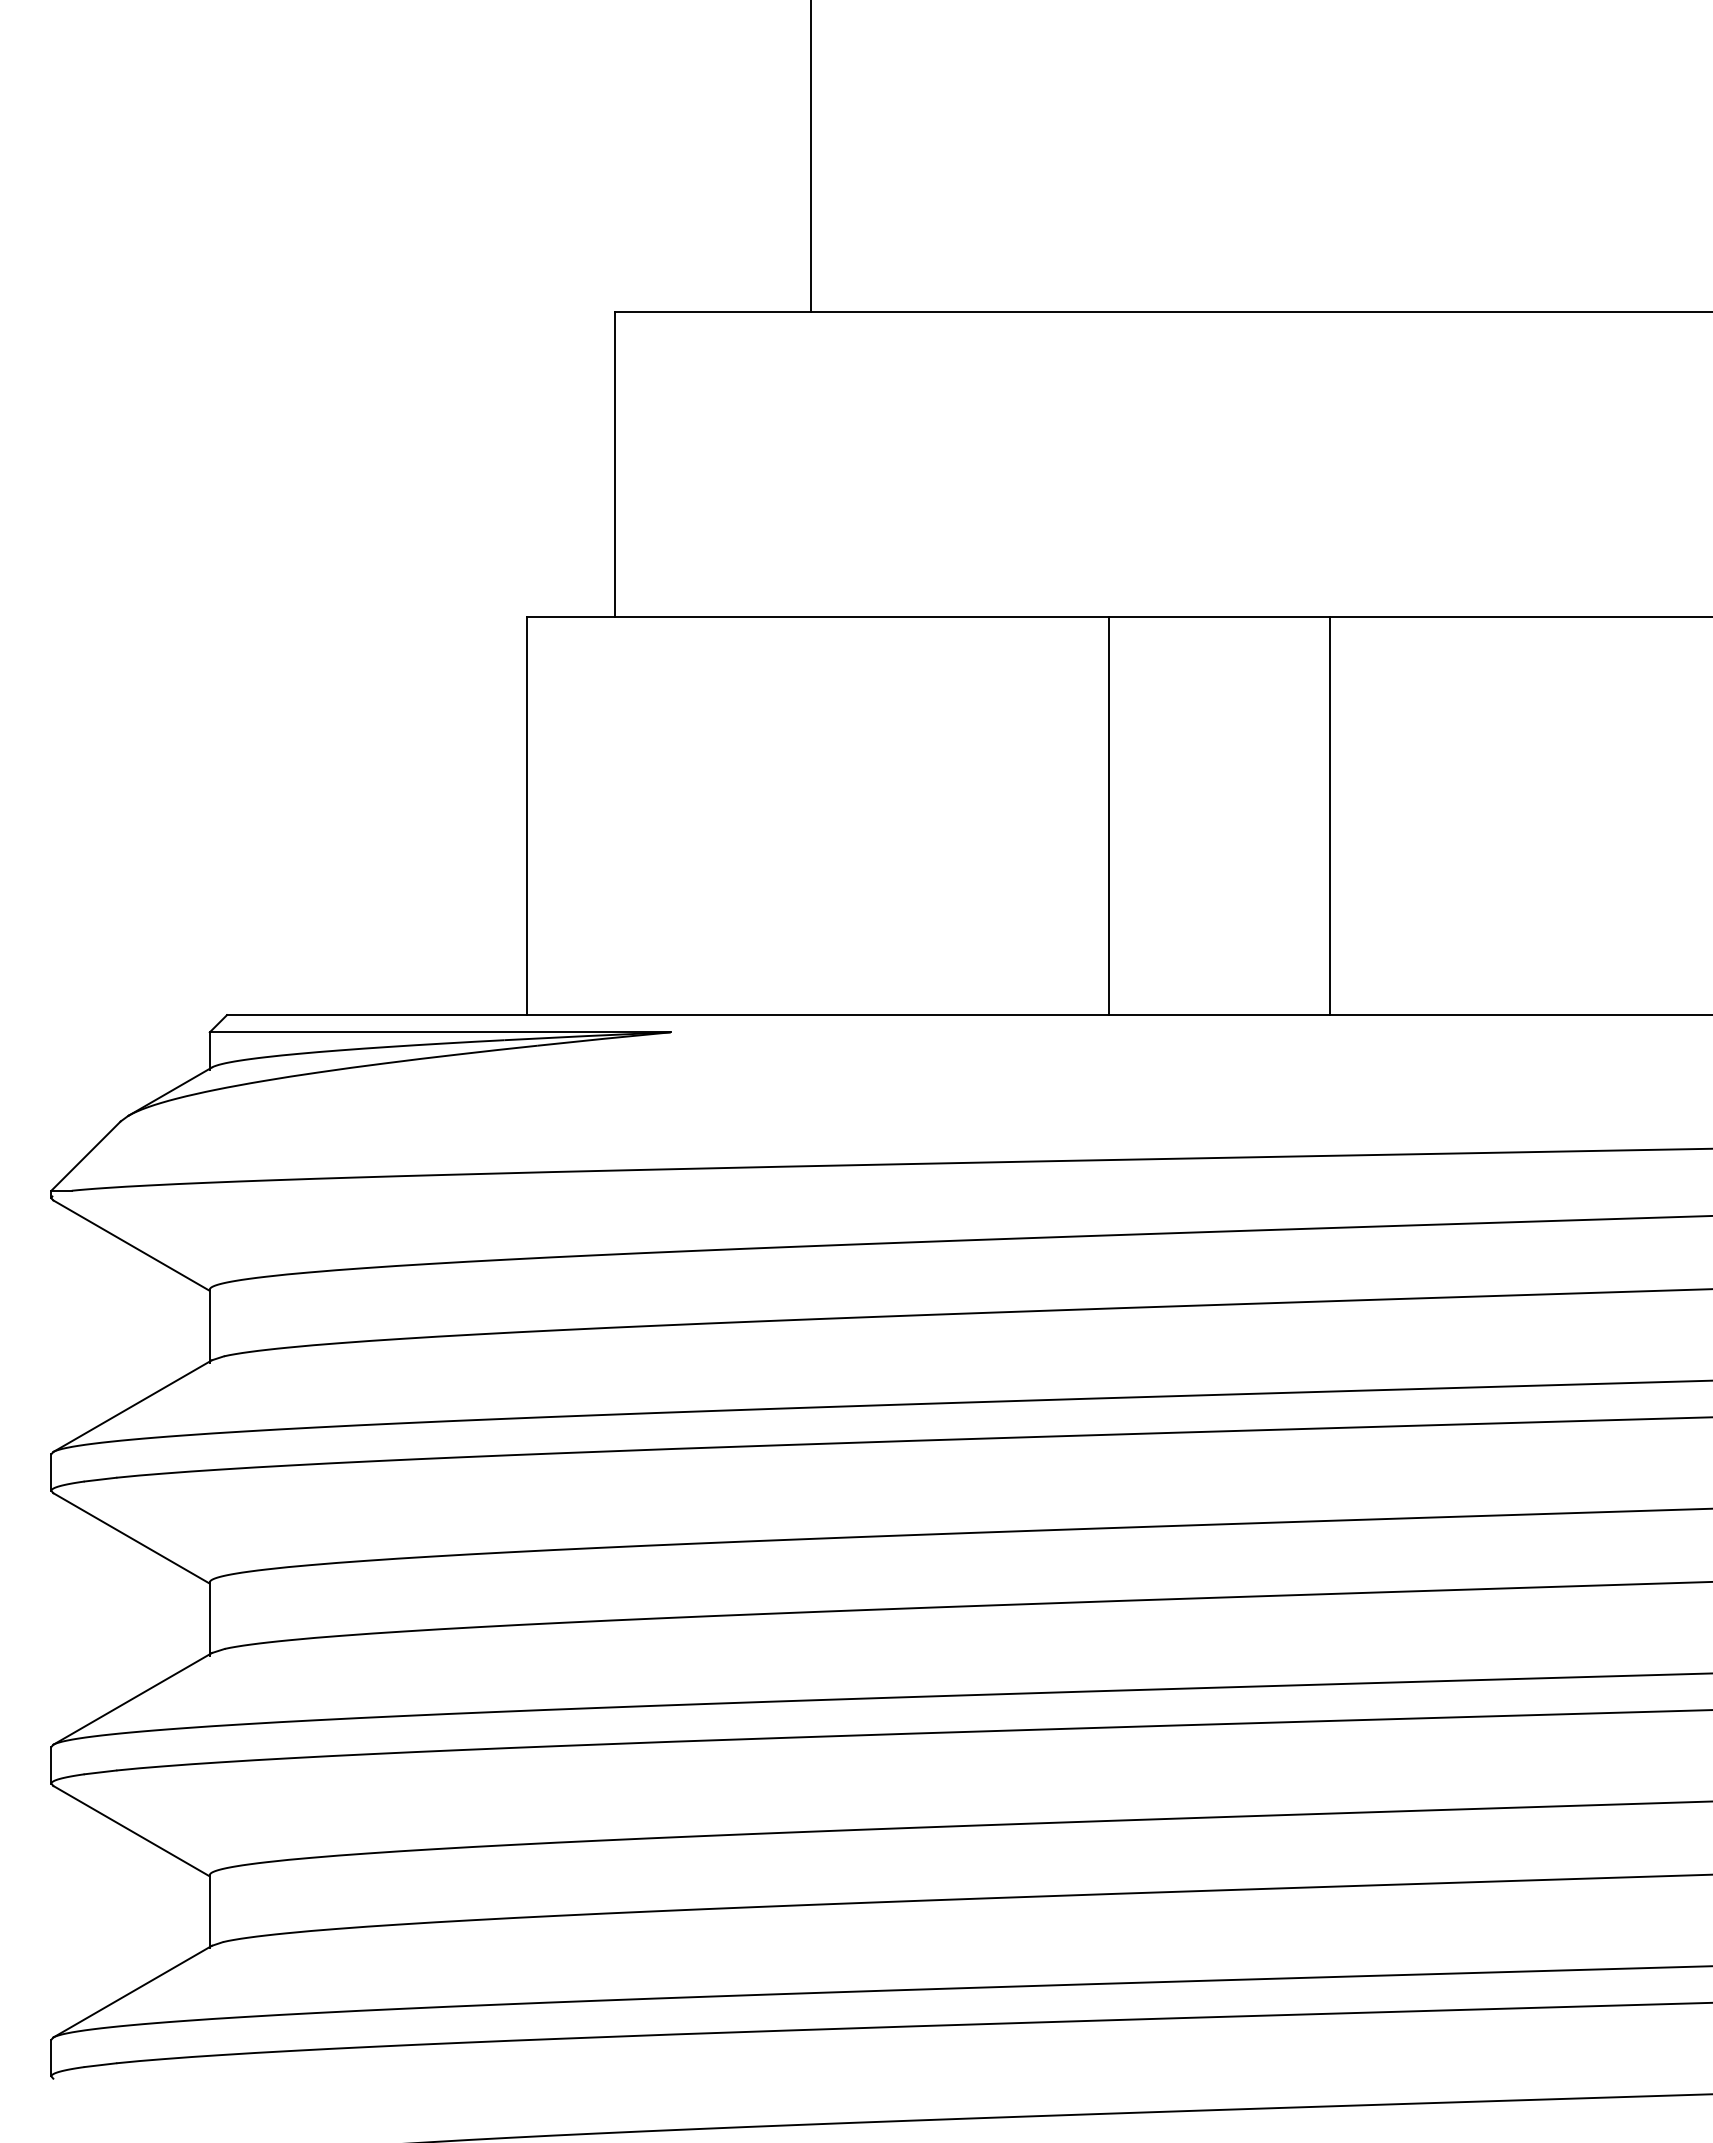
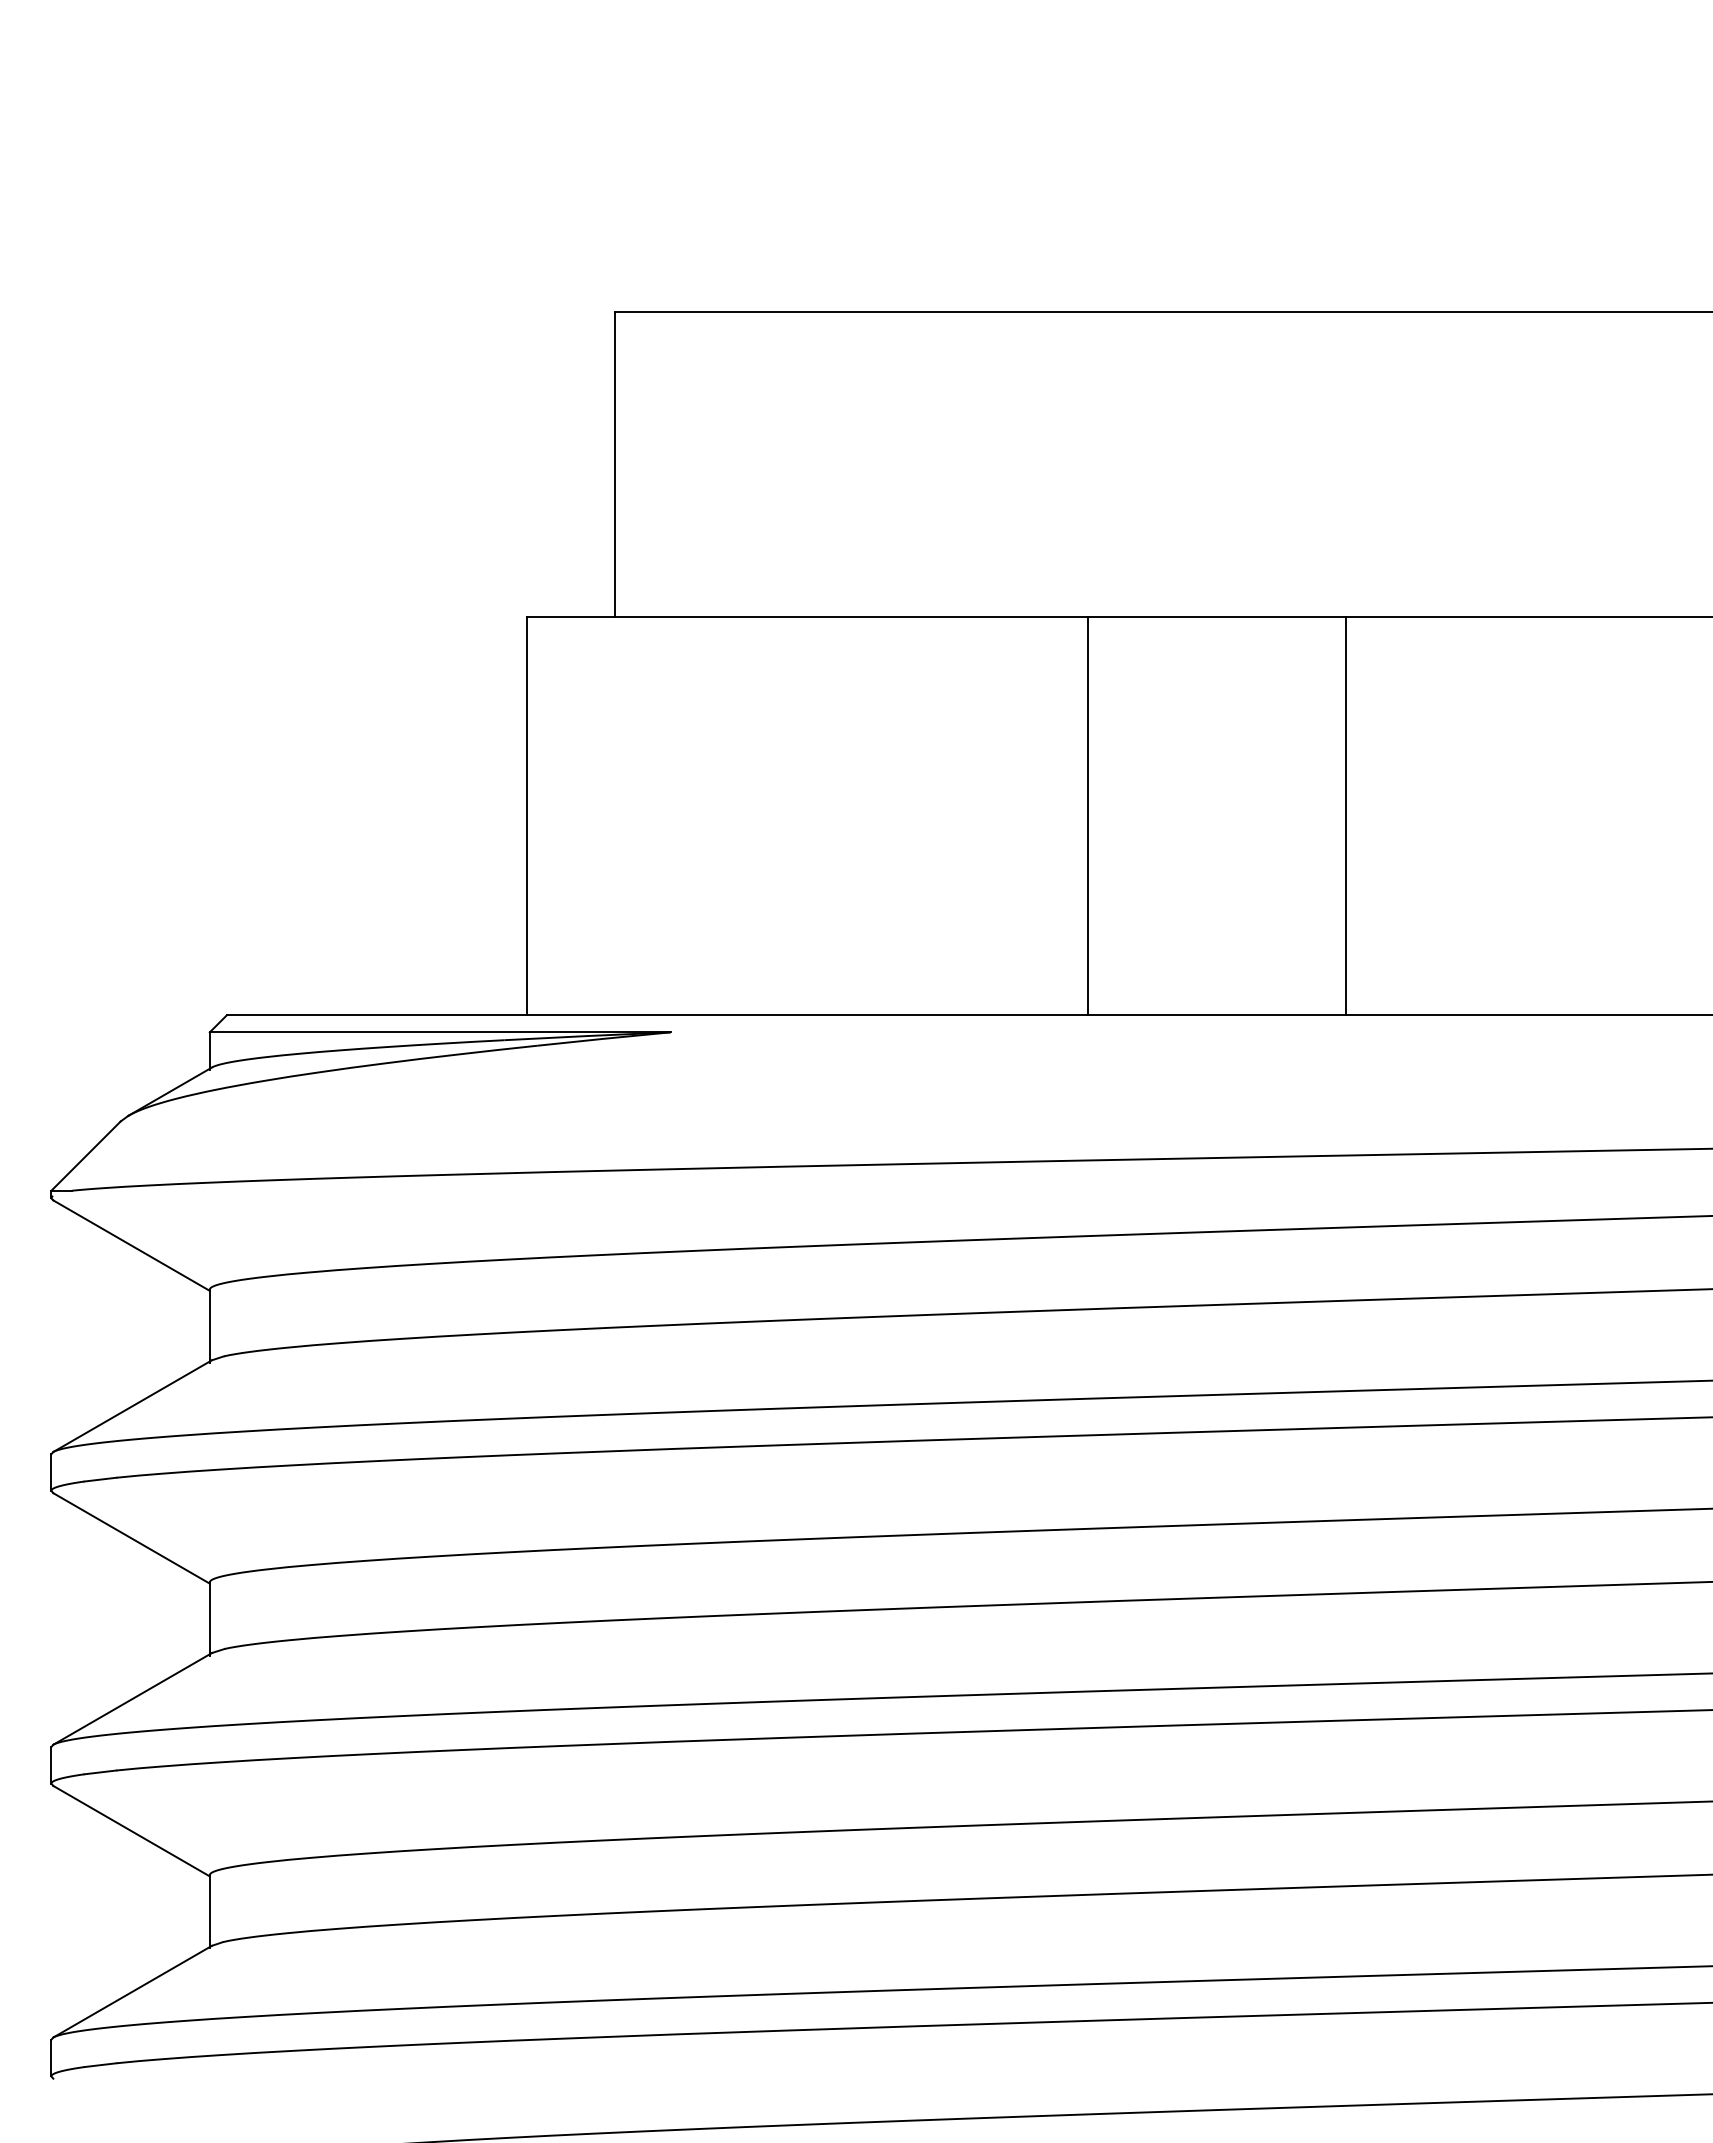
line at (811, 157): present -> none
line at (1108, 815) position: (1108, 815) -> (1087, 815)
line at (1330, 815) position: (1330, 815) -> (1346, 815)
